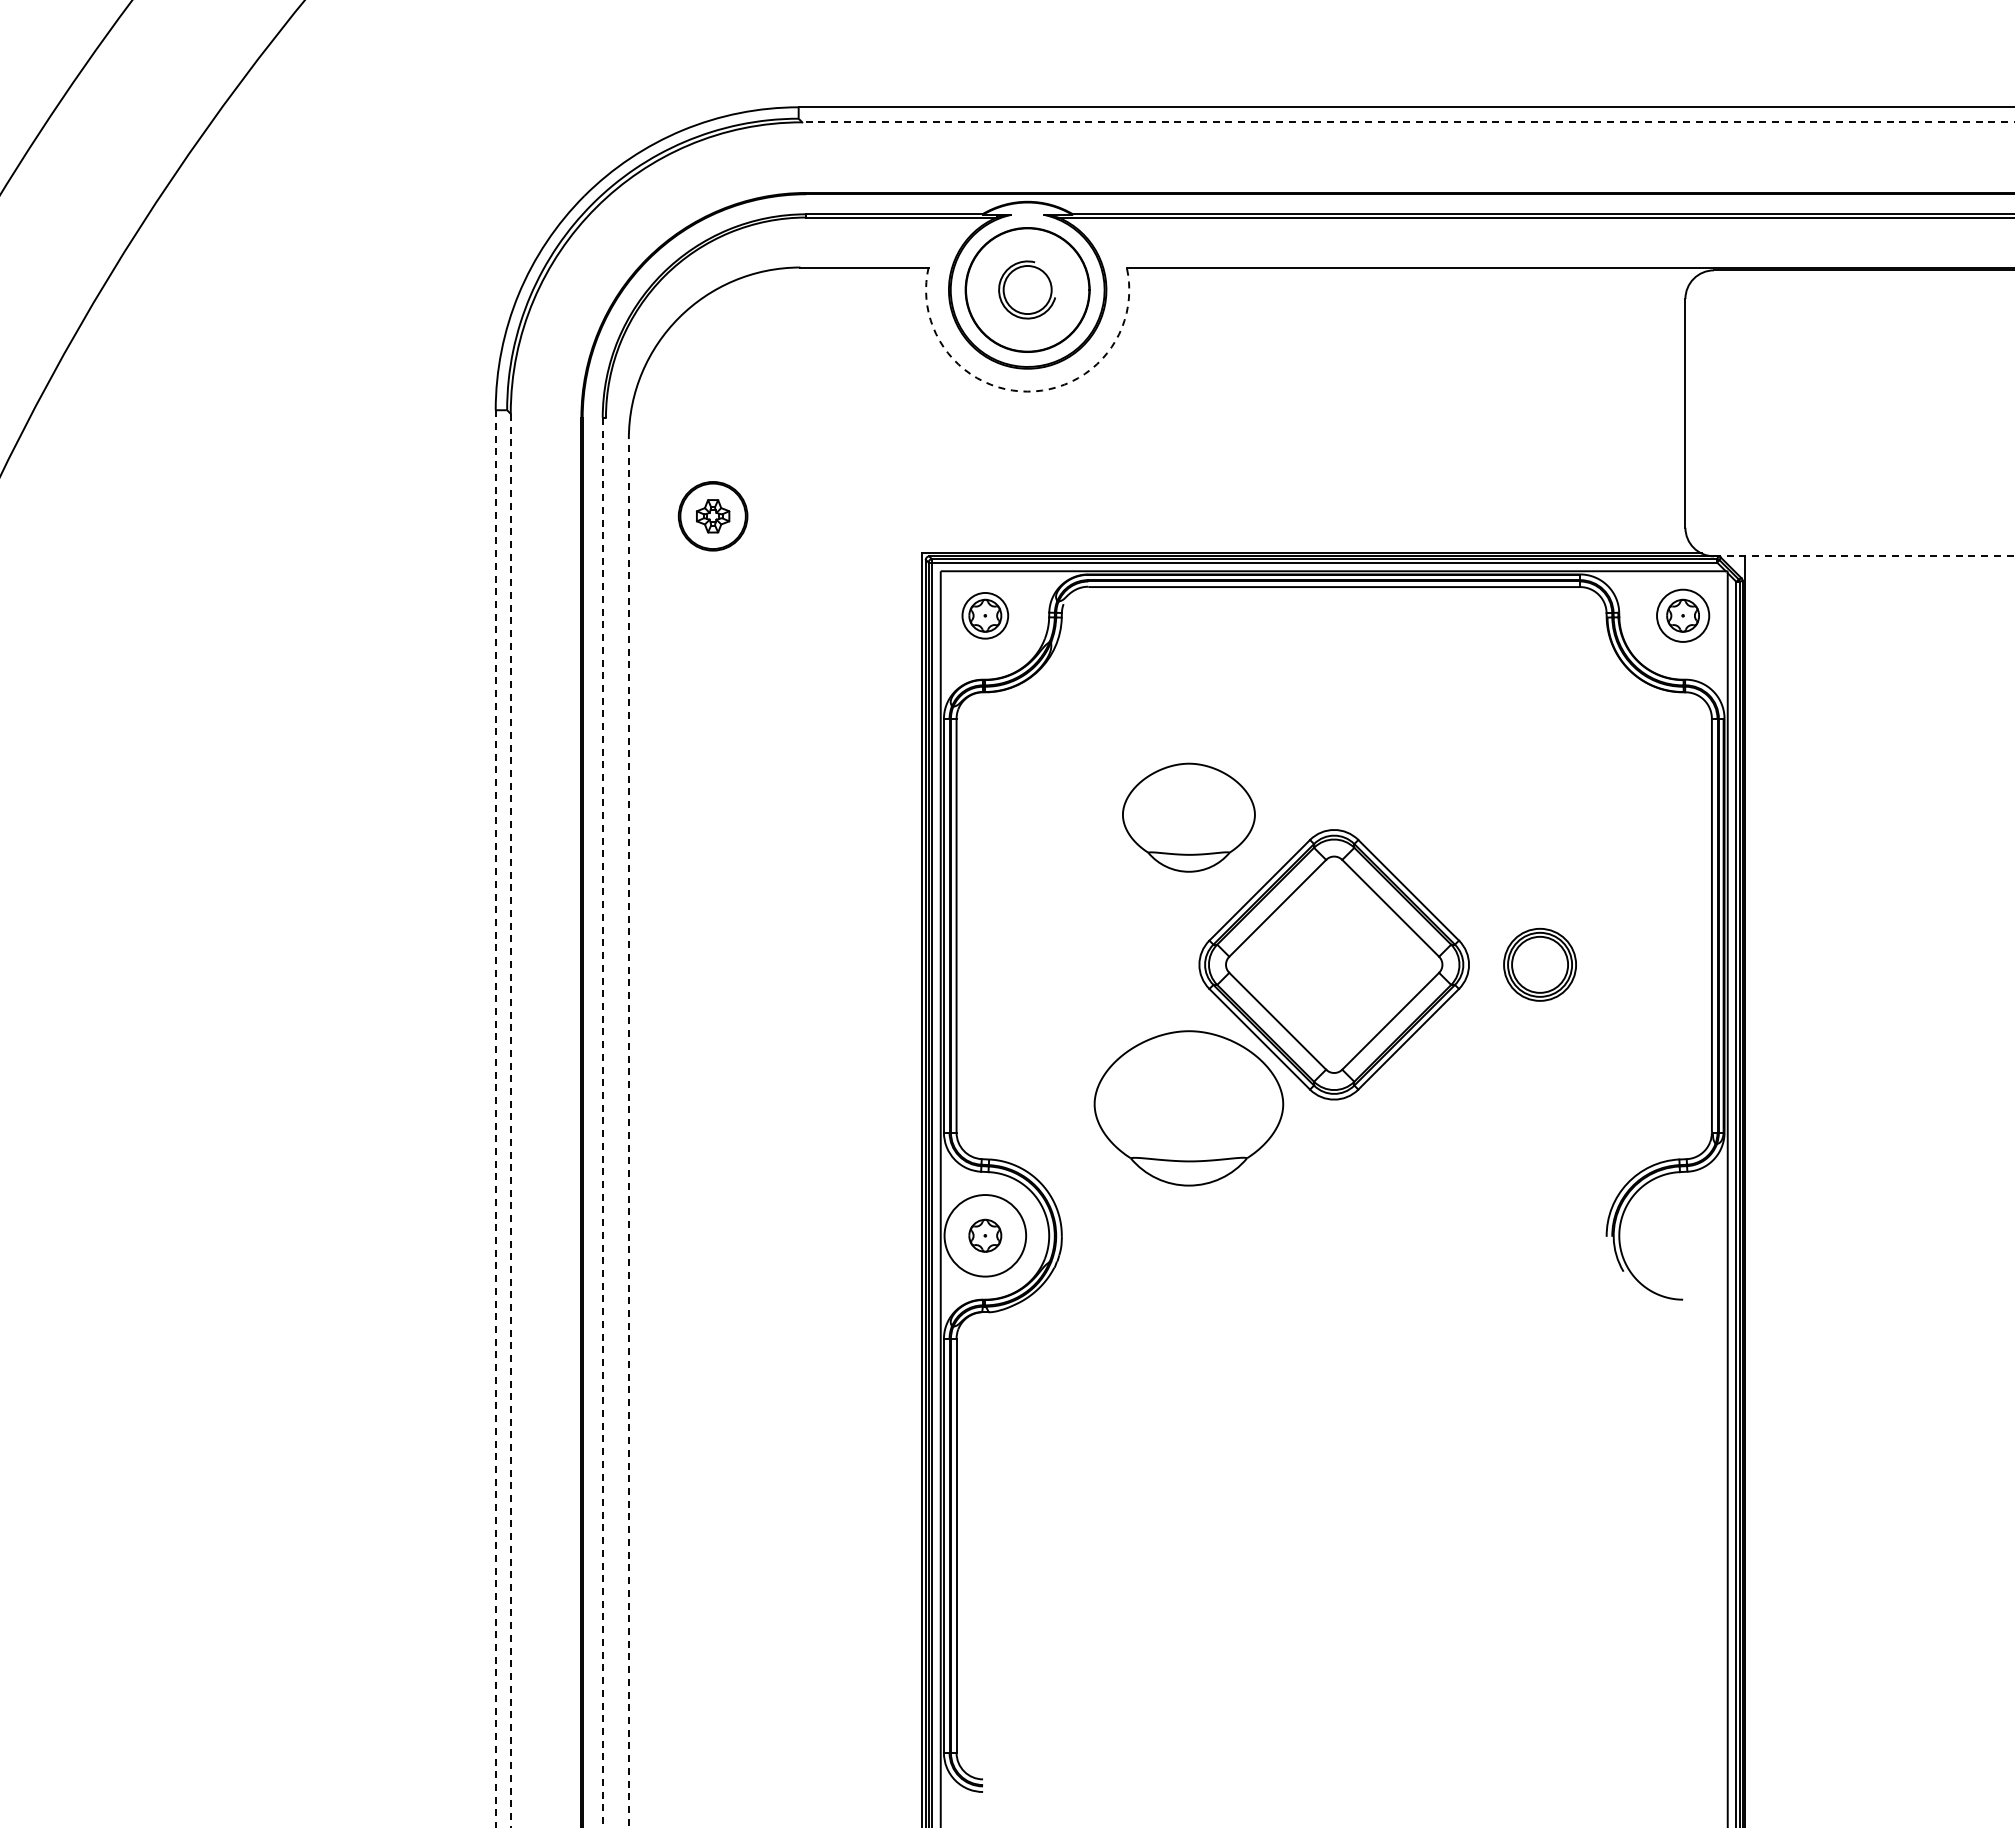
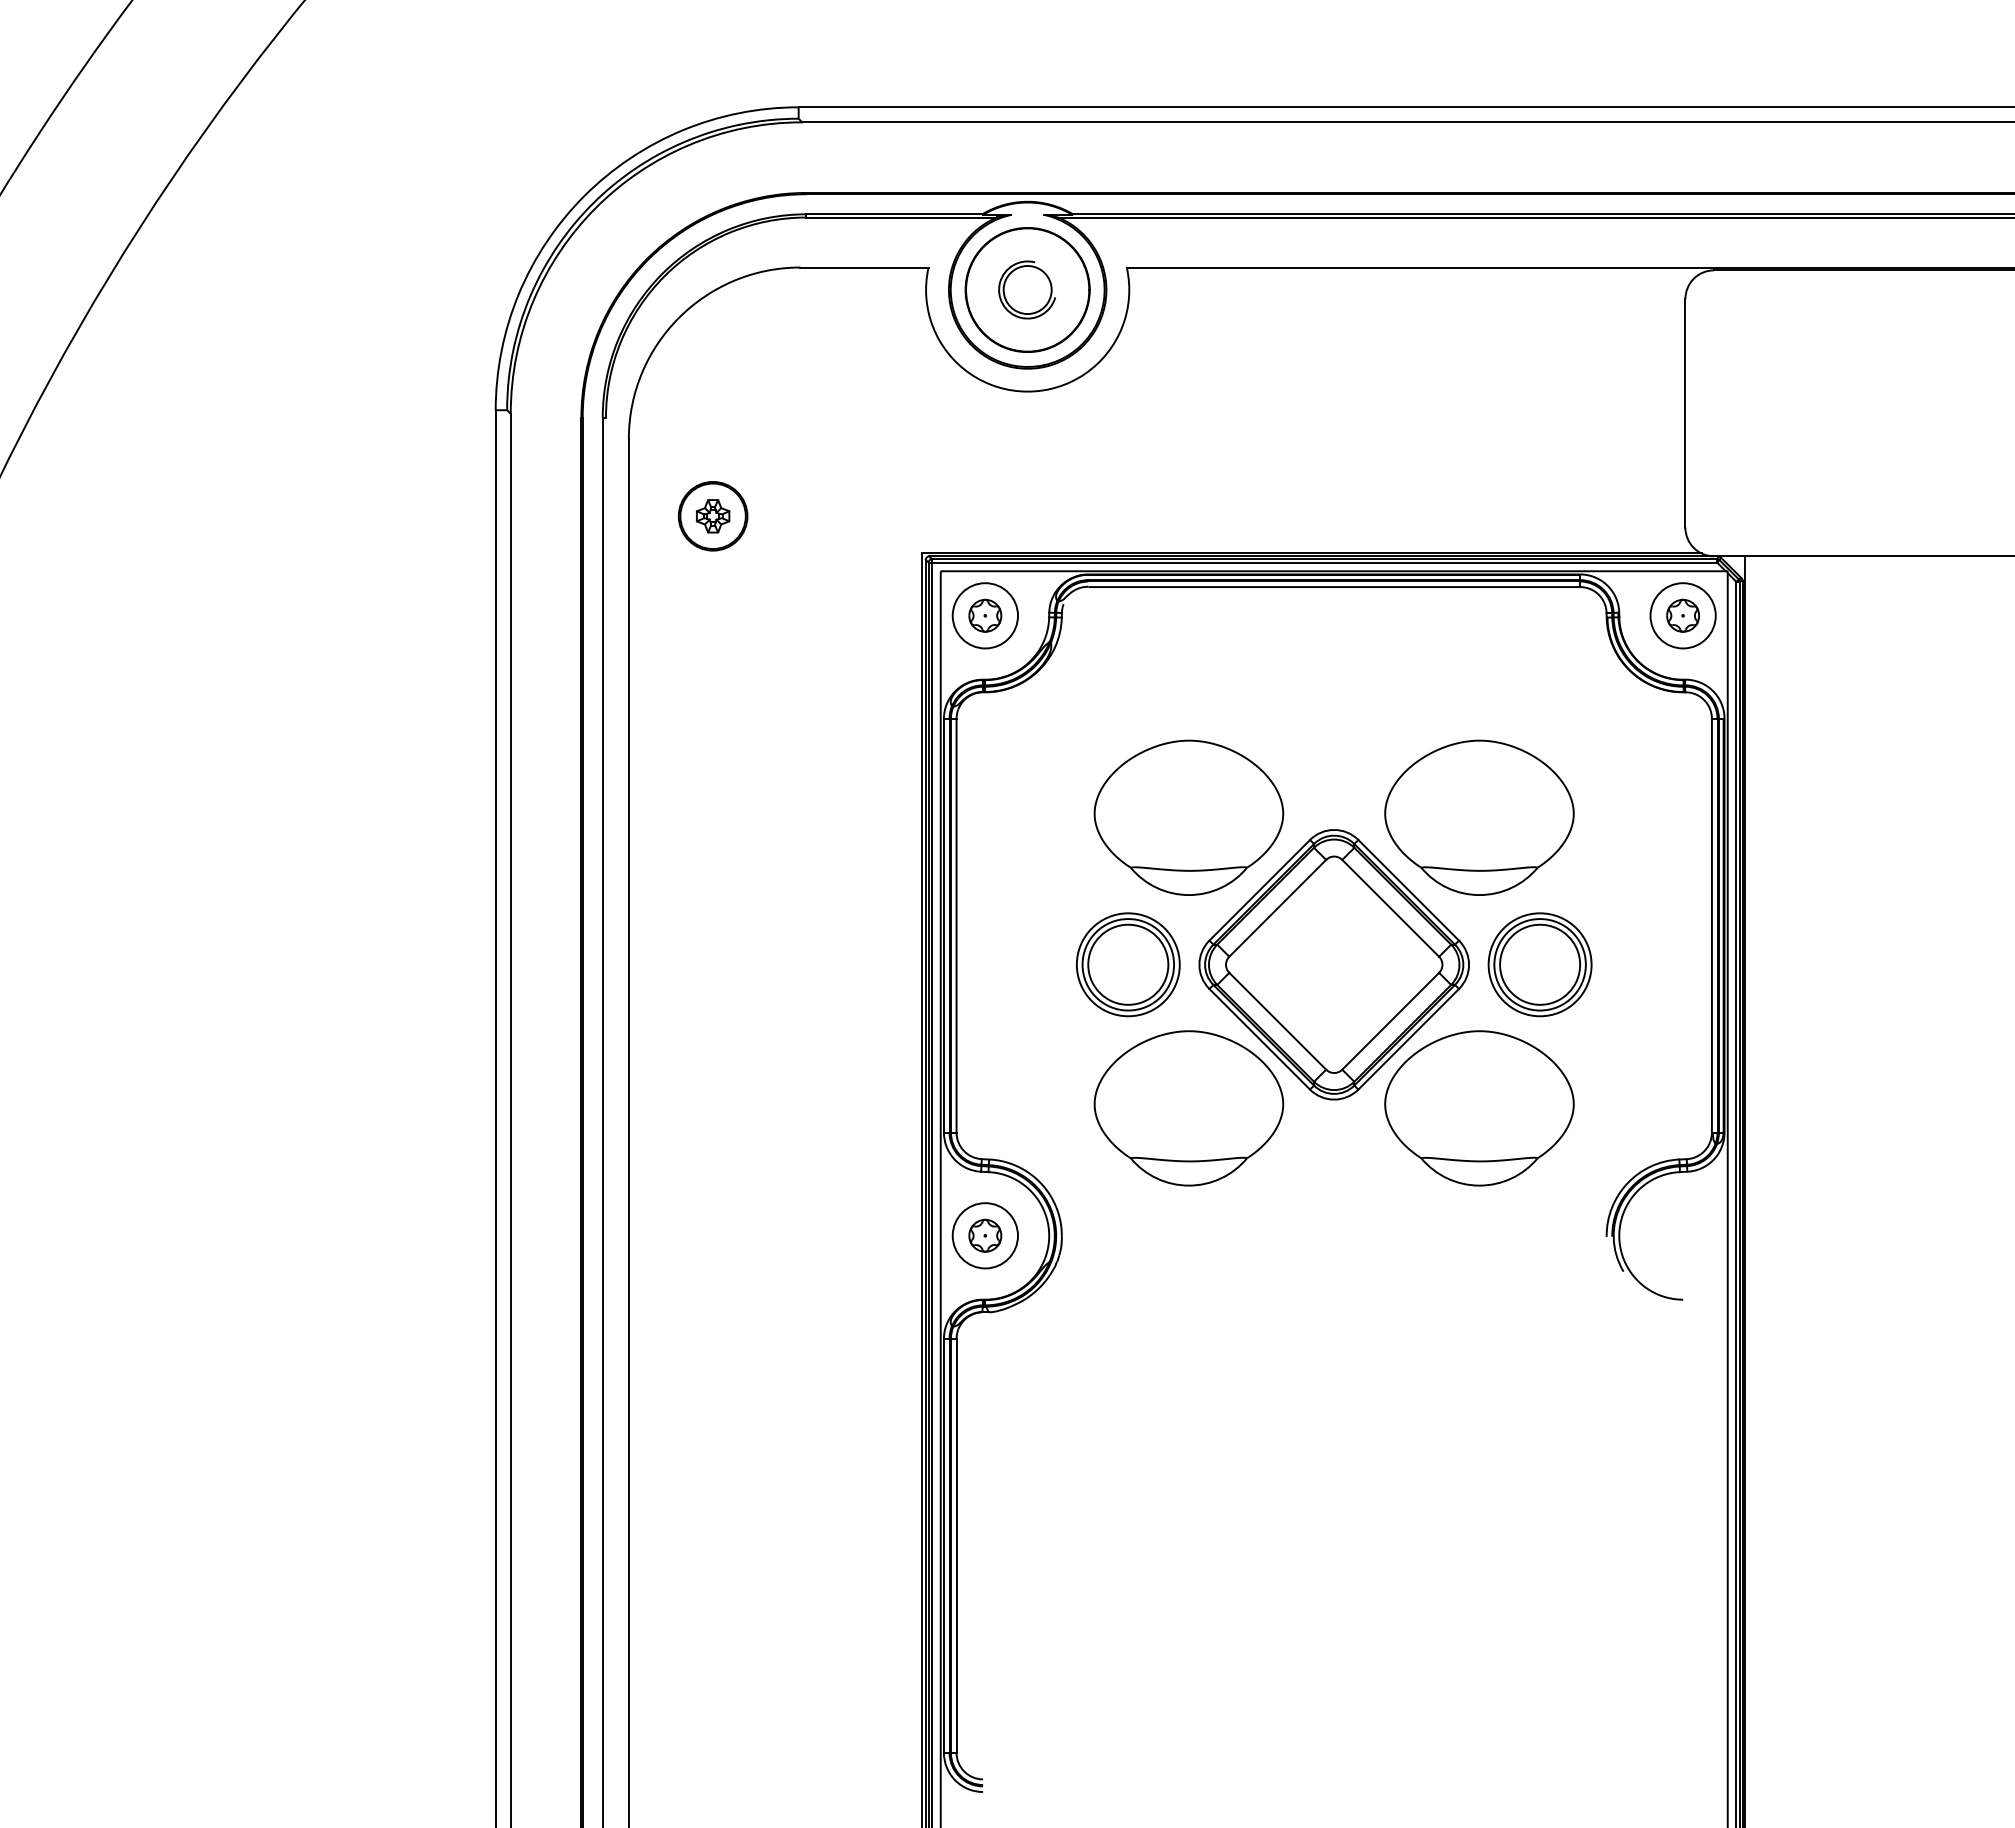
line at (1408, 122): dashed -> solid
arc at (1027, 391): dashed -> solid
line at (1864, 556): dashed -> solid
circle at (985, 615) diameter: 46 px -> 65 px
circle at (1683, 615) diameter: 52 px -> 65 px
part at (1188, 817) size: 134x111 px -> 192x157 px
part at (1479, 817): none -> present
part at (1128, 964): none -> present
part at (1539, 964) size: 74x75 px -> 106x106 px
part at (1479, 1108): none -> present
line at (495, 1118): dashed -> solid
line at (510, 1120): dashed -> solid
line at (602, 1122): dashed -> solid
line at (628, 1132): dashed -> solid
circle at (985, 1235) diameter: 82 px -> 65 px
